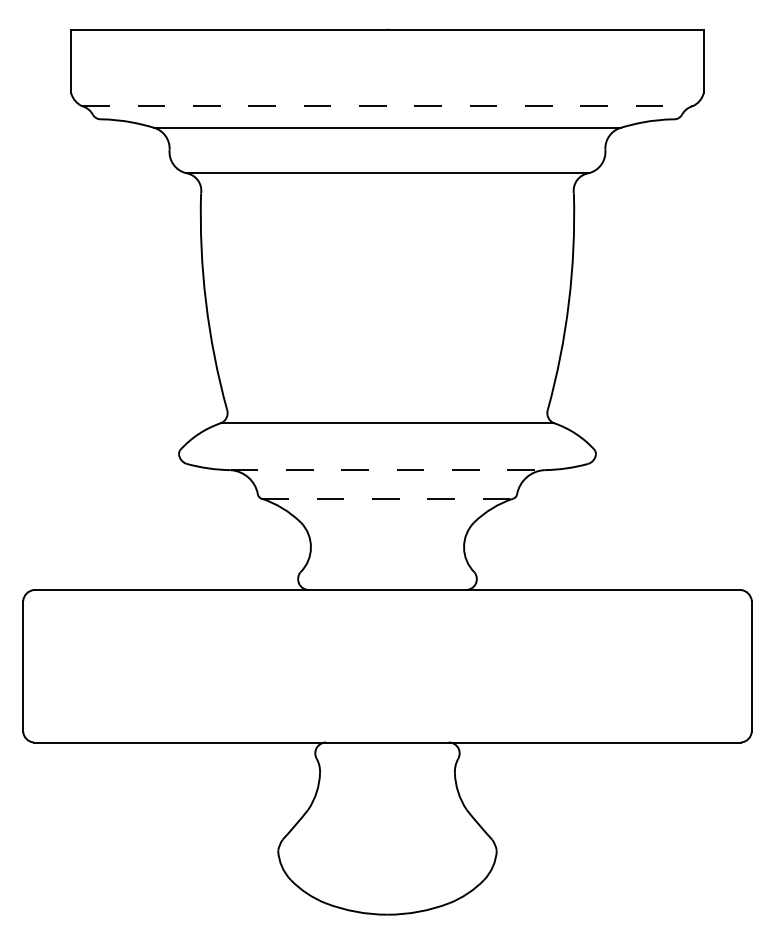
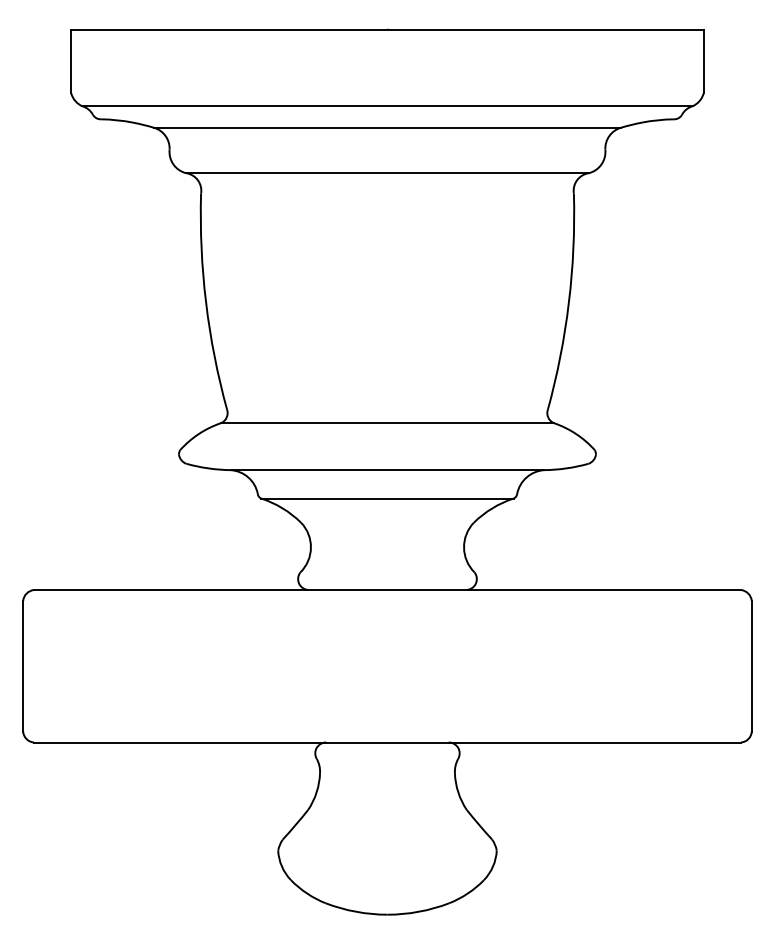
line at (387, 106): dashed -> solid
line at (387, 470): dashed -> solid
line at (387, 498): dashed -> solid
